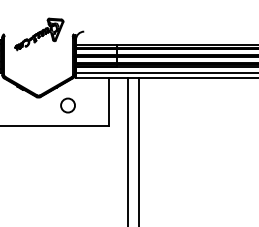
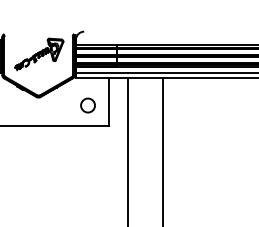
part at (39, 34) position: (39, 34) -> (39, 54)
circle at (67, 105) position: (67, 105) -> (87, 105)
line at (138, 150) position: (138, 150) -> (162, 150)
